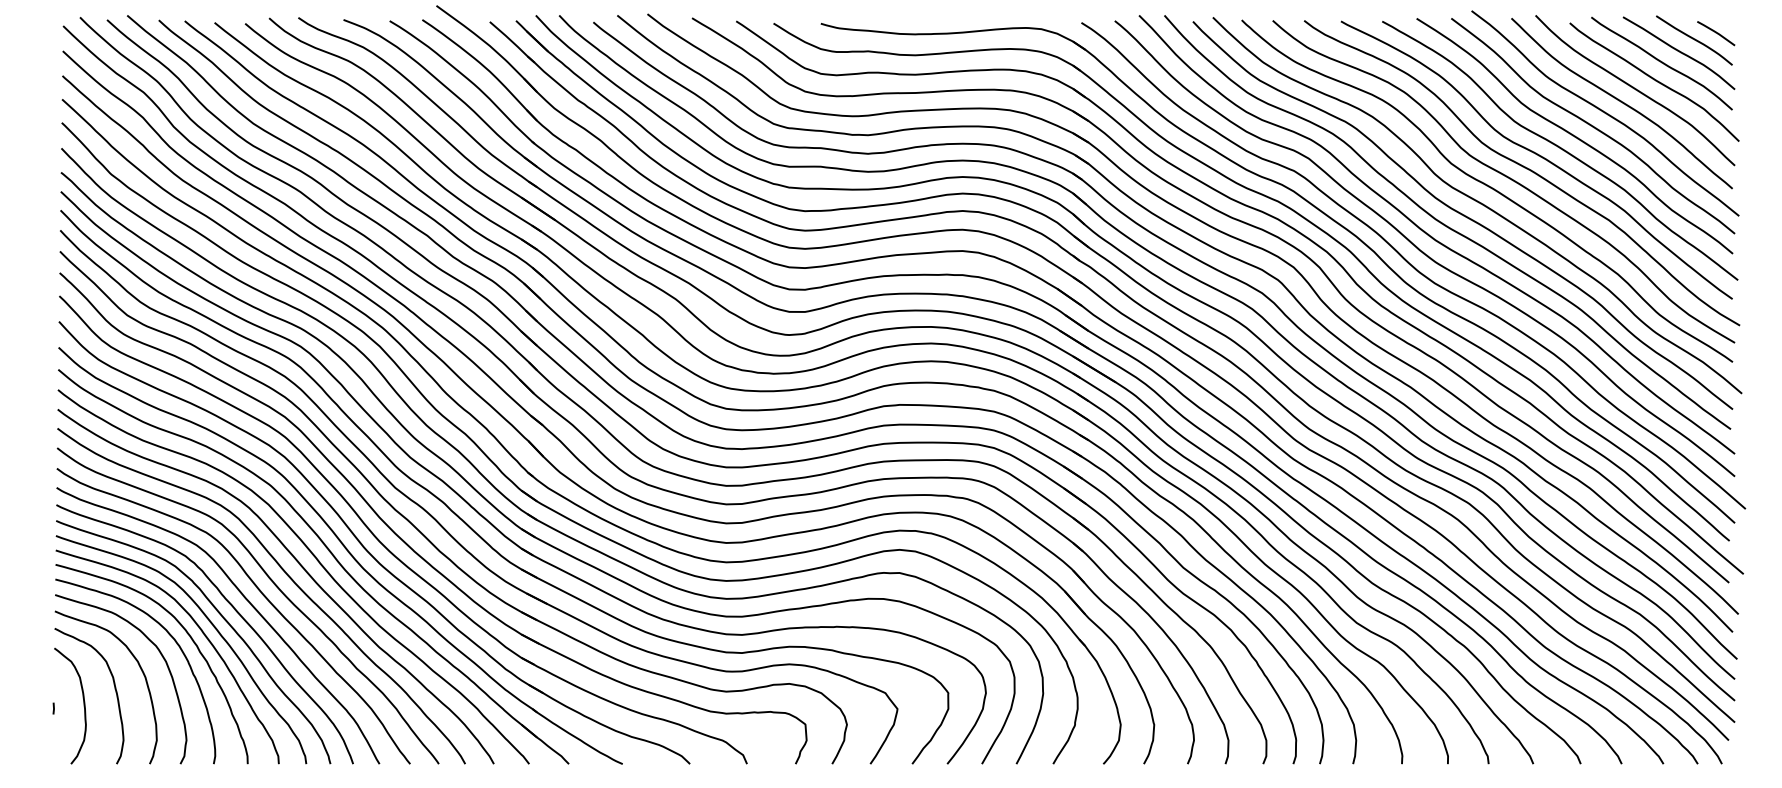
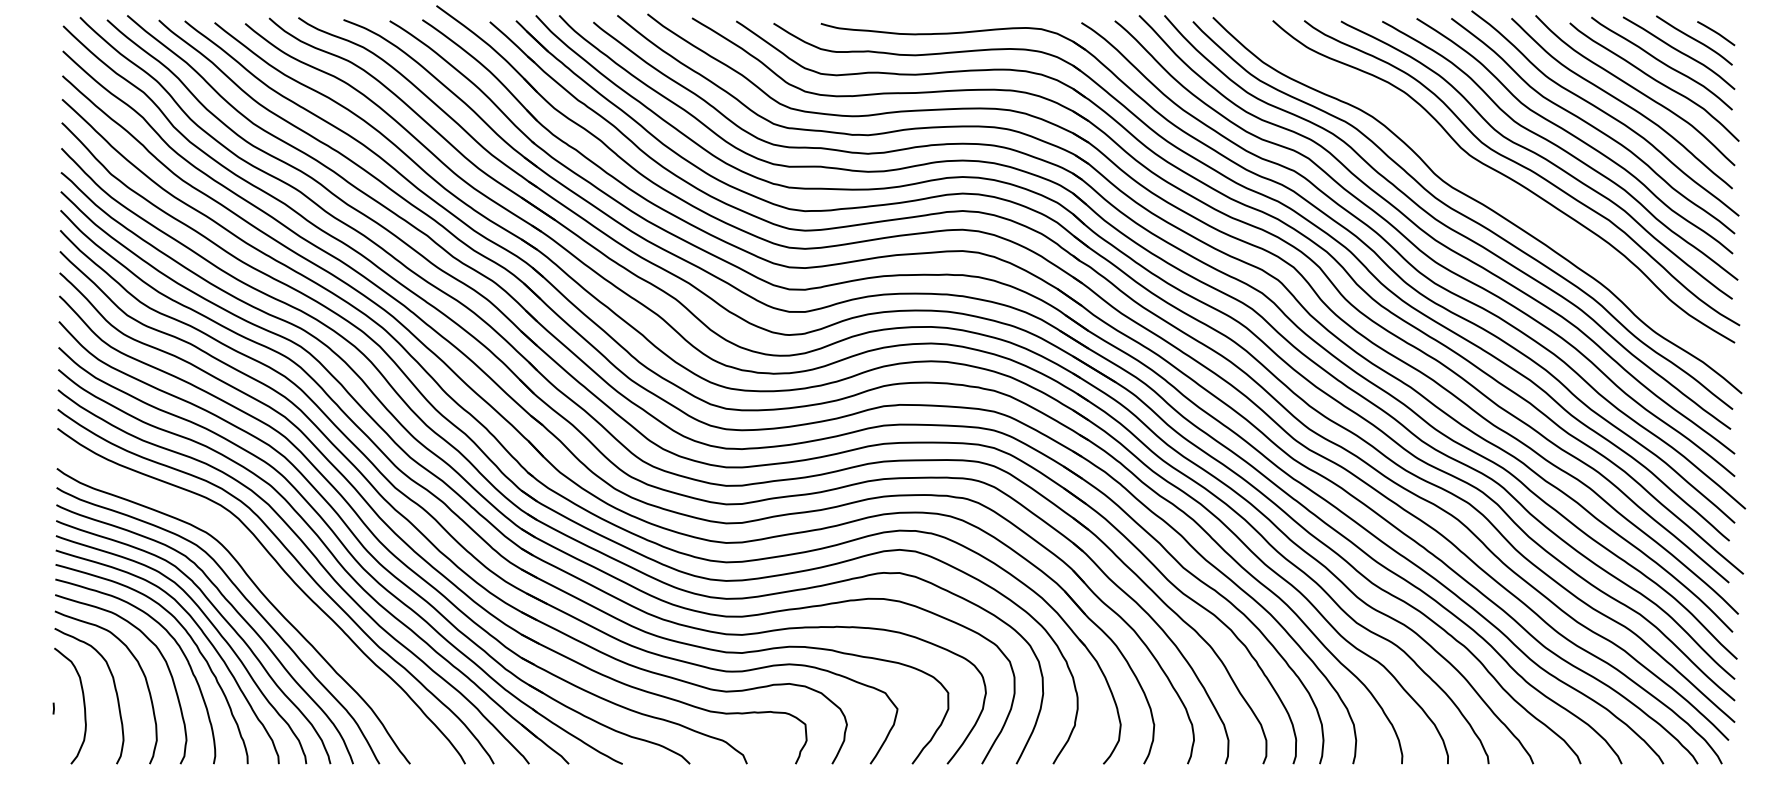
curve at (1488, 187): present -> none
curve at (273, 584): present -> none
